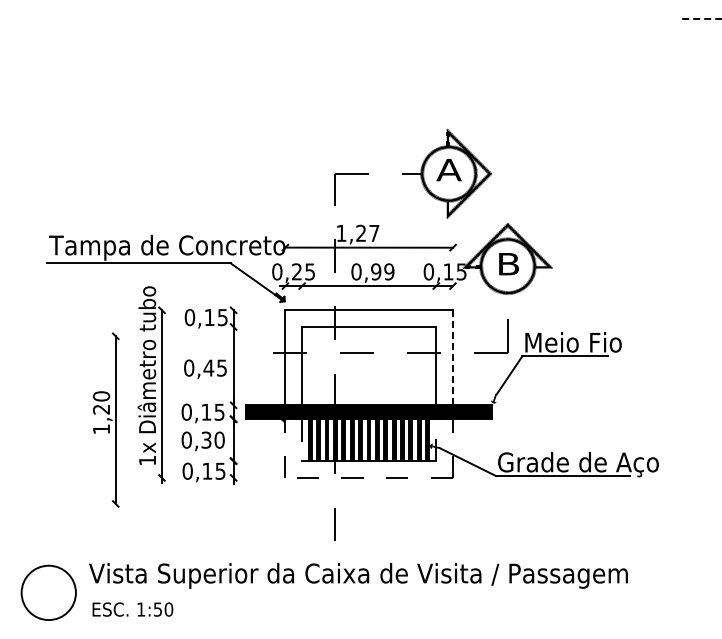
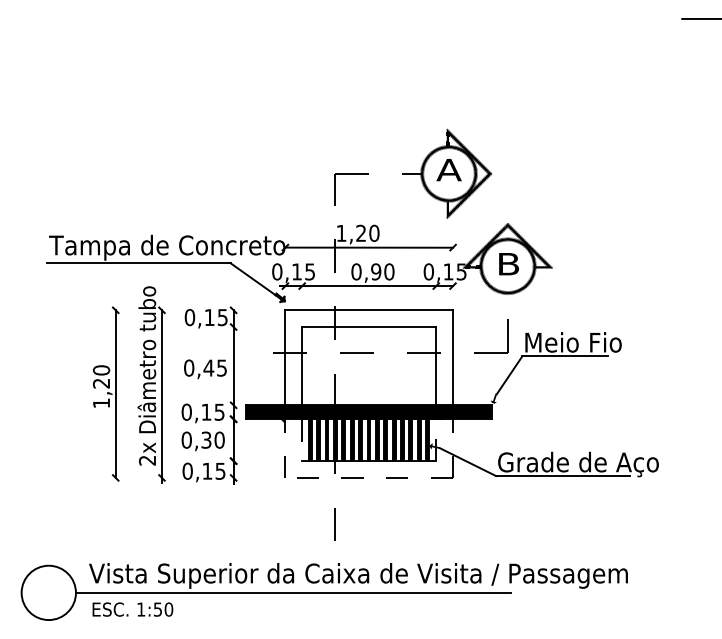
line at (702, 18): dashed -> solid
text at (374, 232): 1,27 -> 1,20
text at (296, 271): 0,25 -> 0,15
text at (389, 271): 0,99 -> 0,90
line at (453, 358): dashed -> solid
part at (106, 419) position: (106, 419) -> (106, 393)
text at (146, 460): 1x -> 2x
line at (293, 592): none -> present
